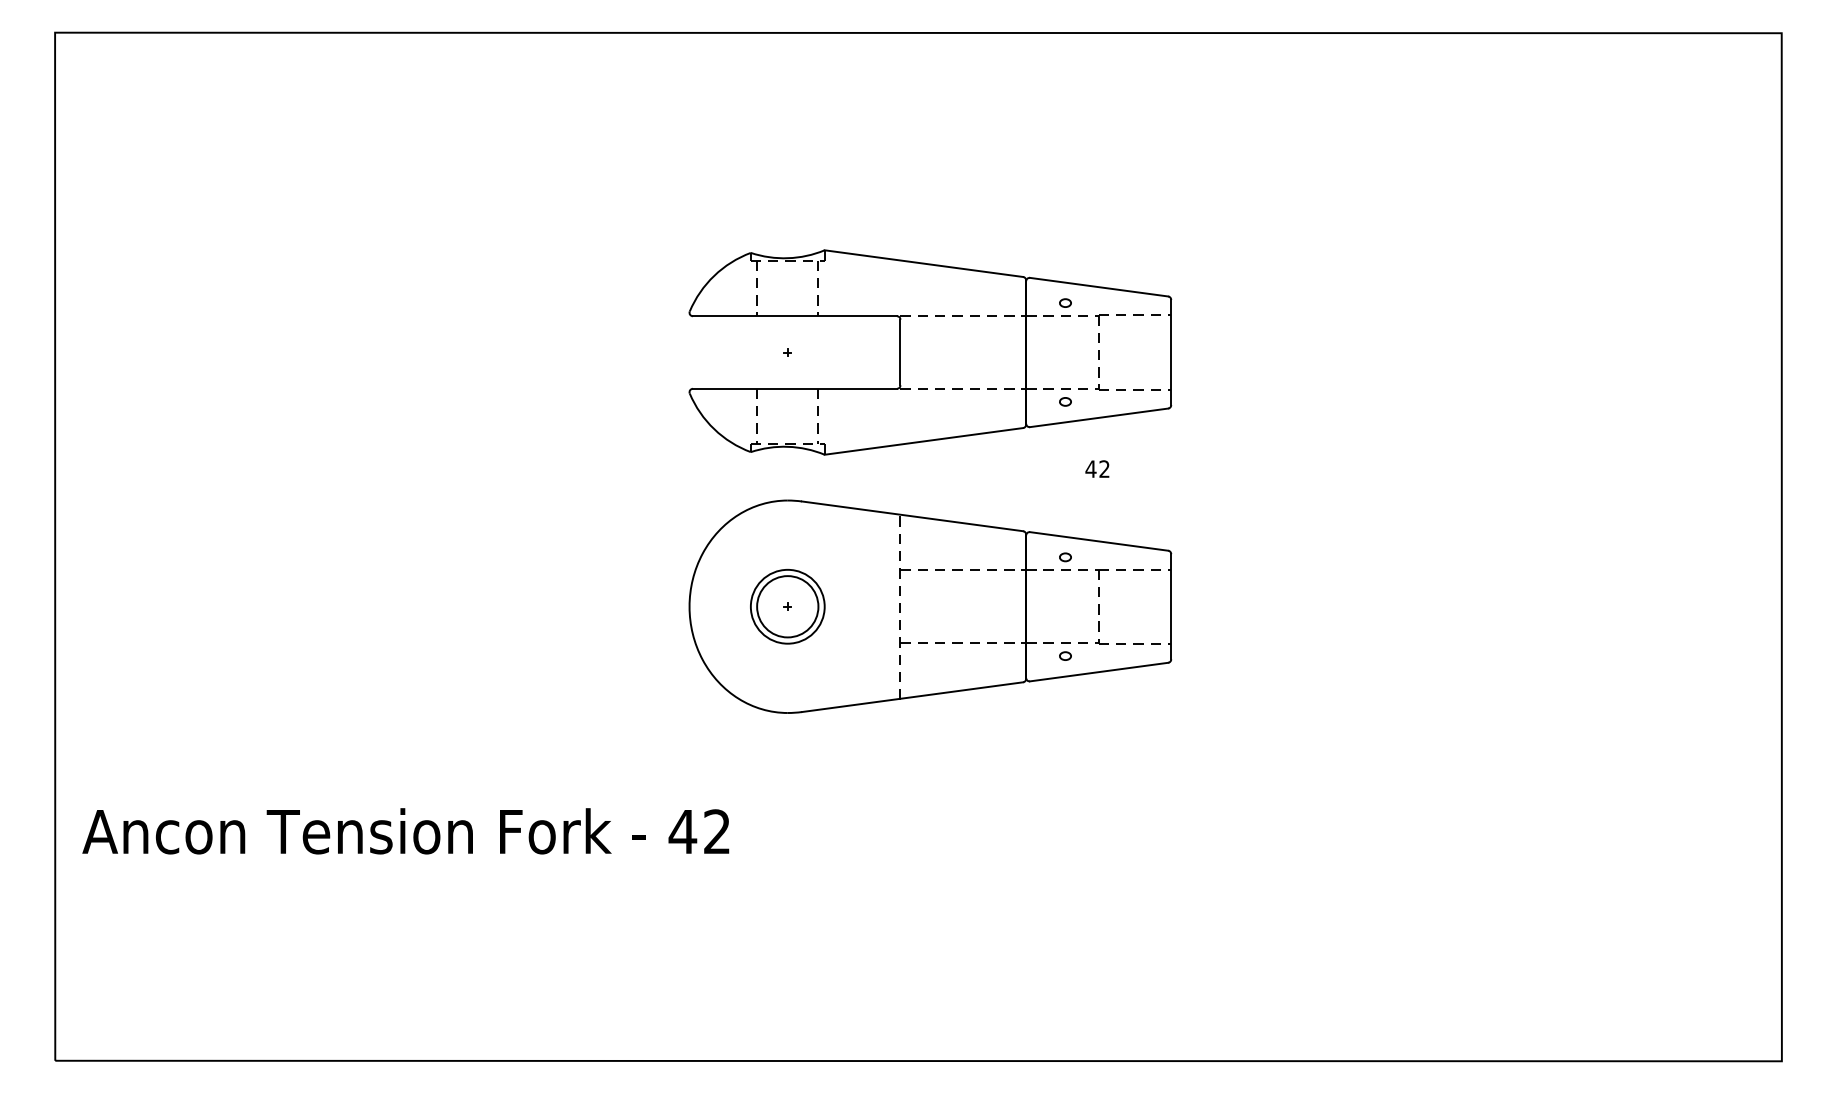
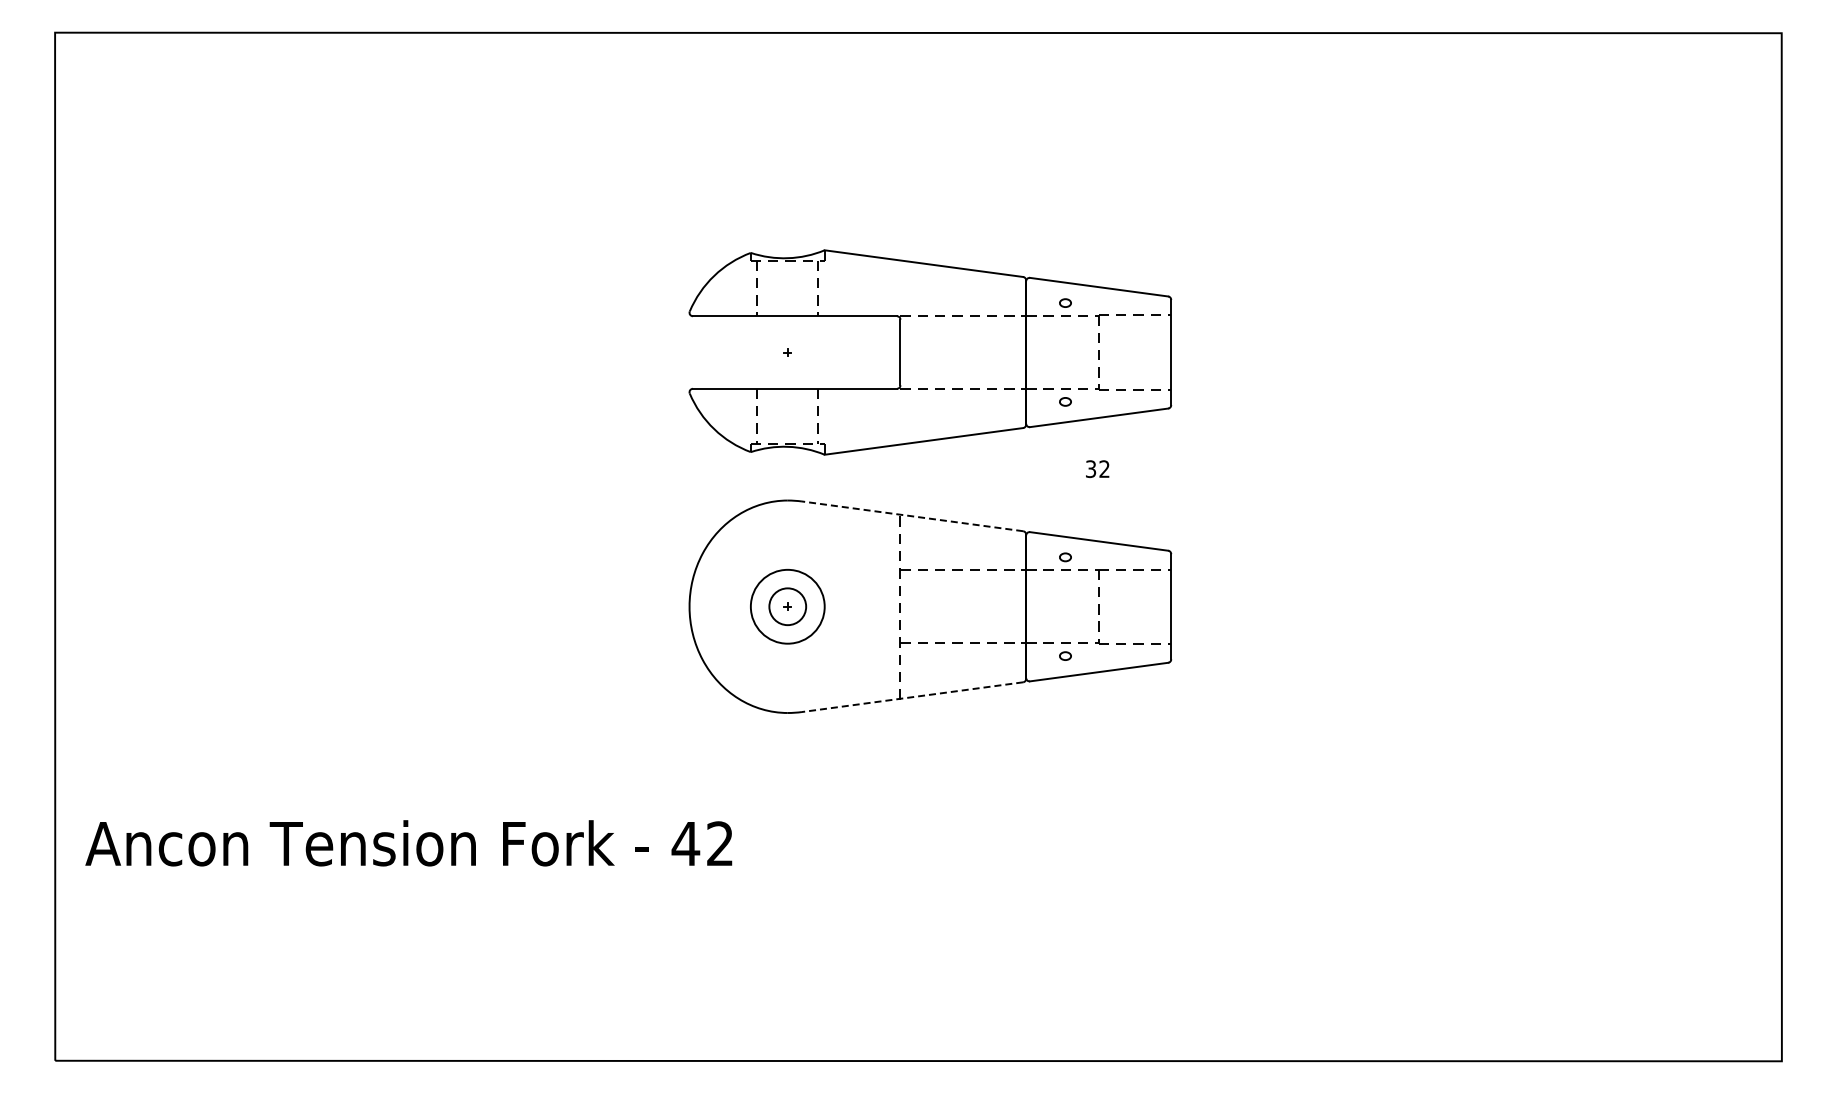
text at (1090, 469): 42 -> 32
line at (912, 516): solid -> dashed
circle at (787, 606) diameter: 61 px -> 37 px
line at (912, 697): solid -> dashed
text at (405, 831) position: (405, 831) -> (408, 843)
